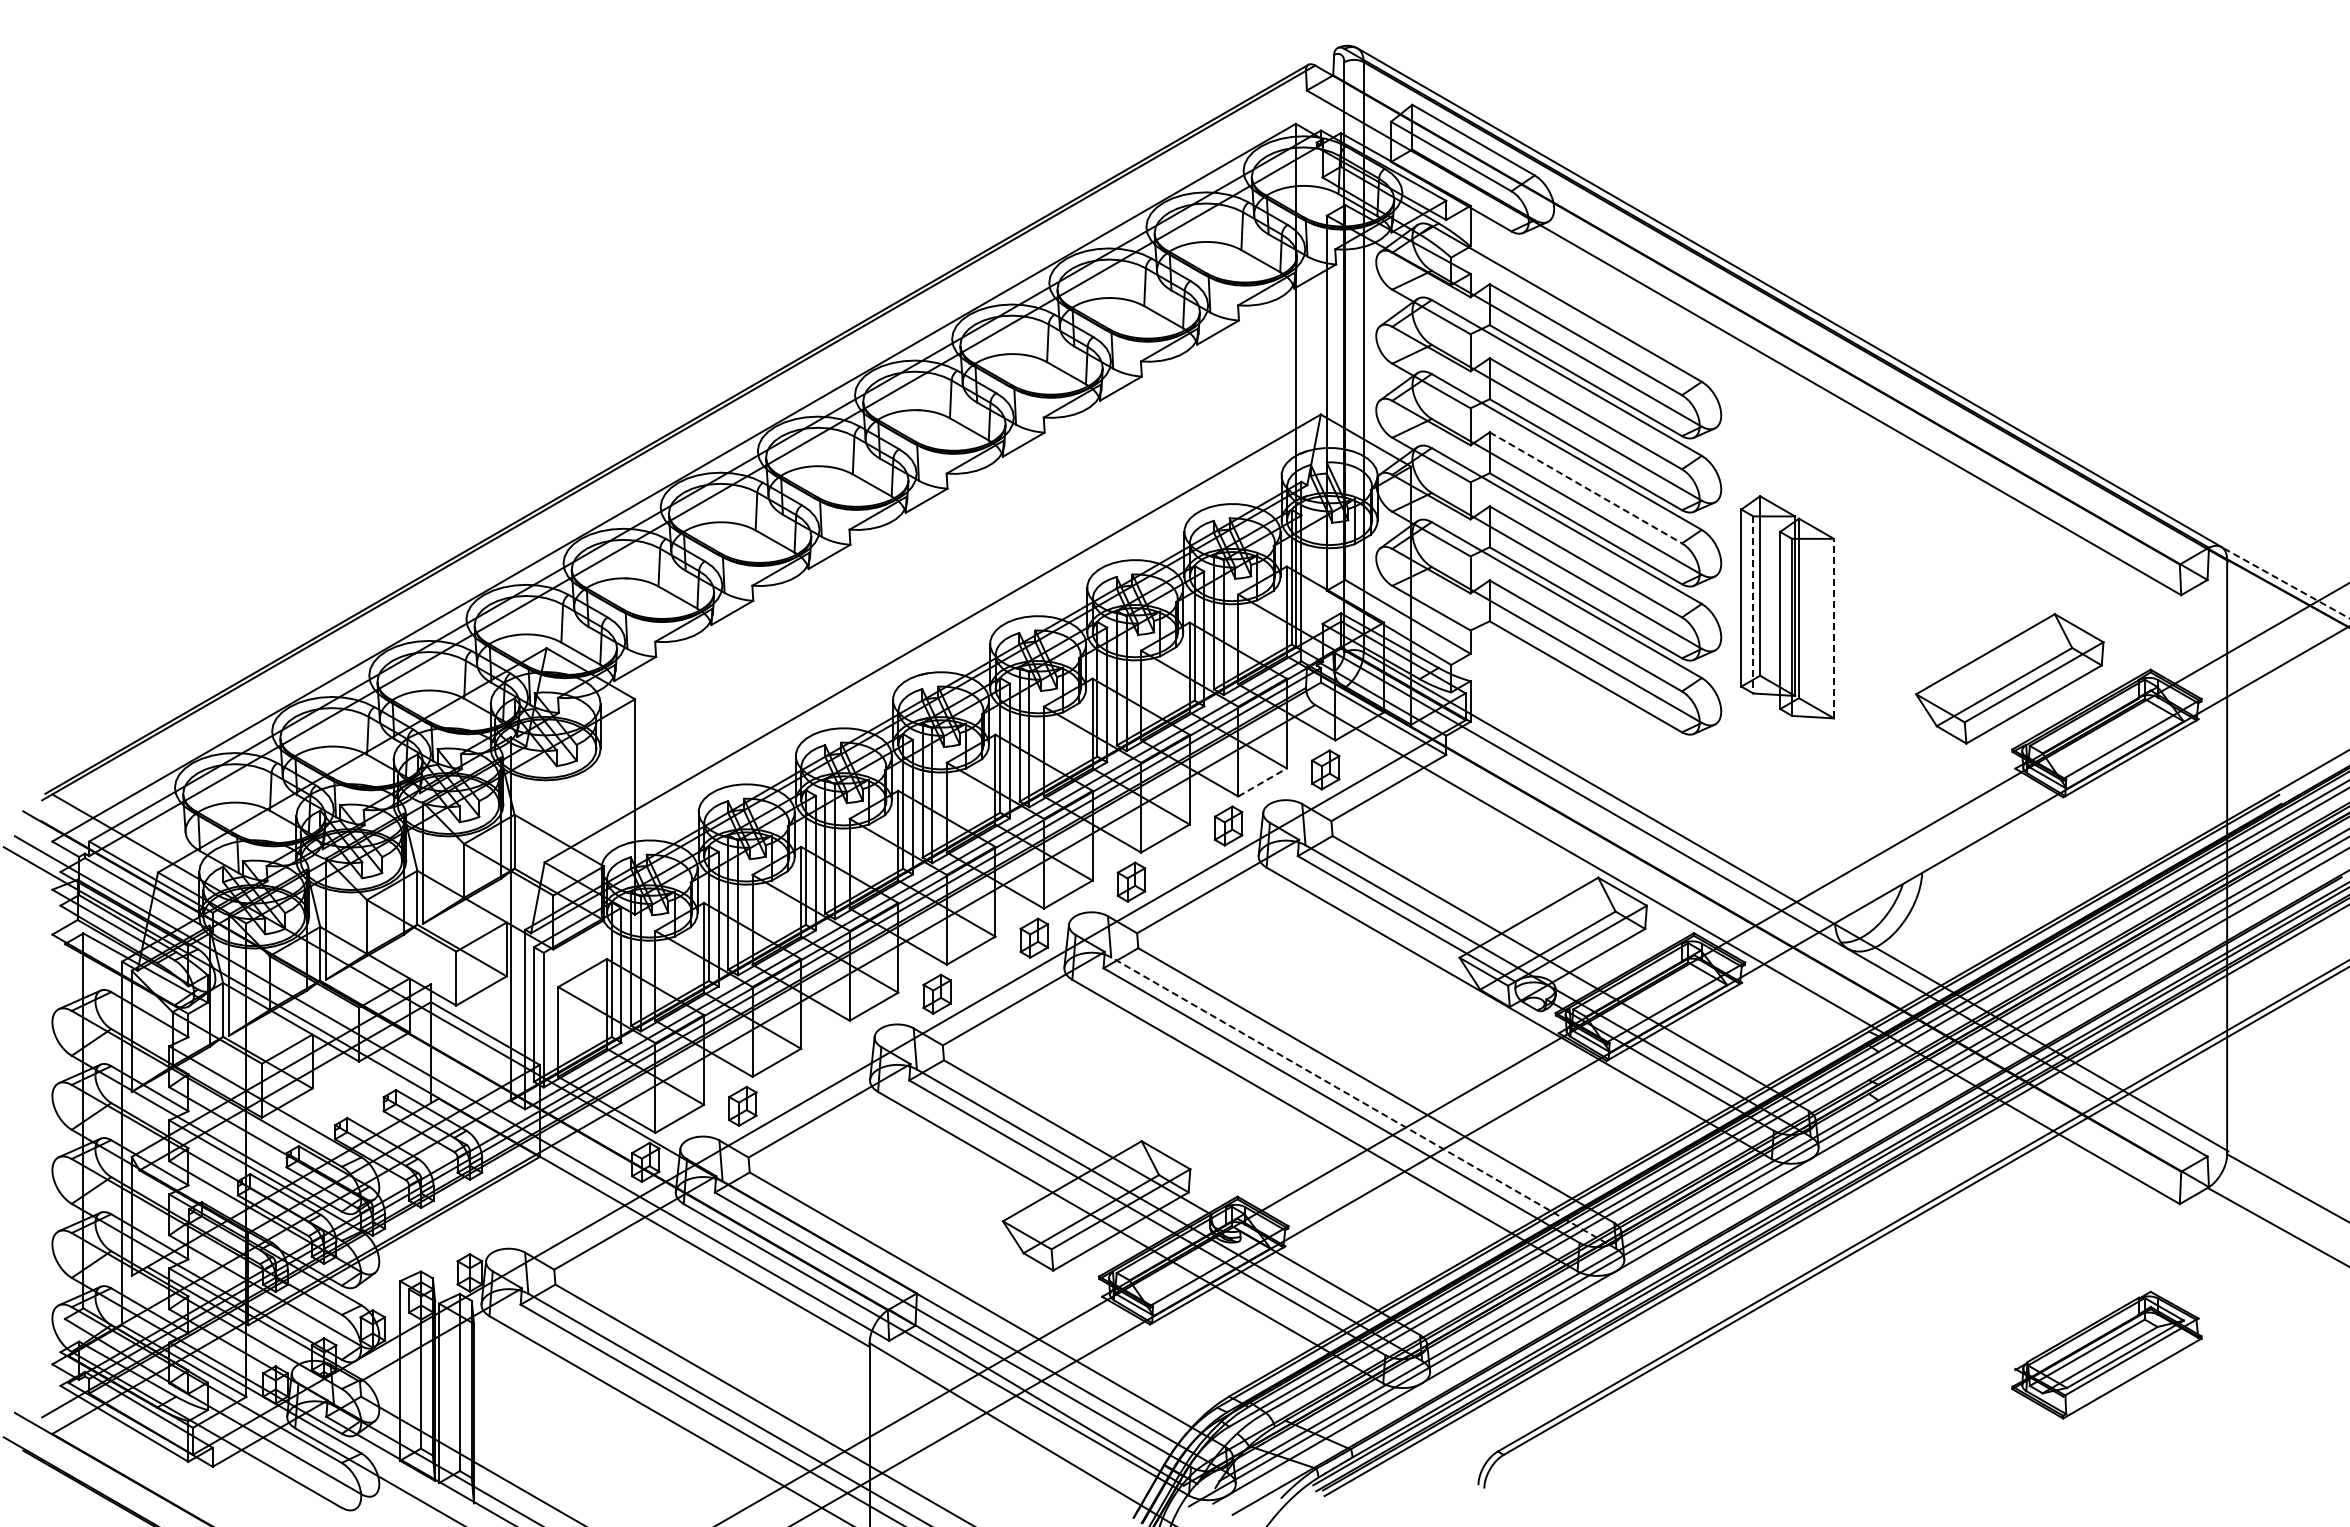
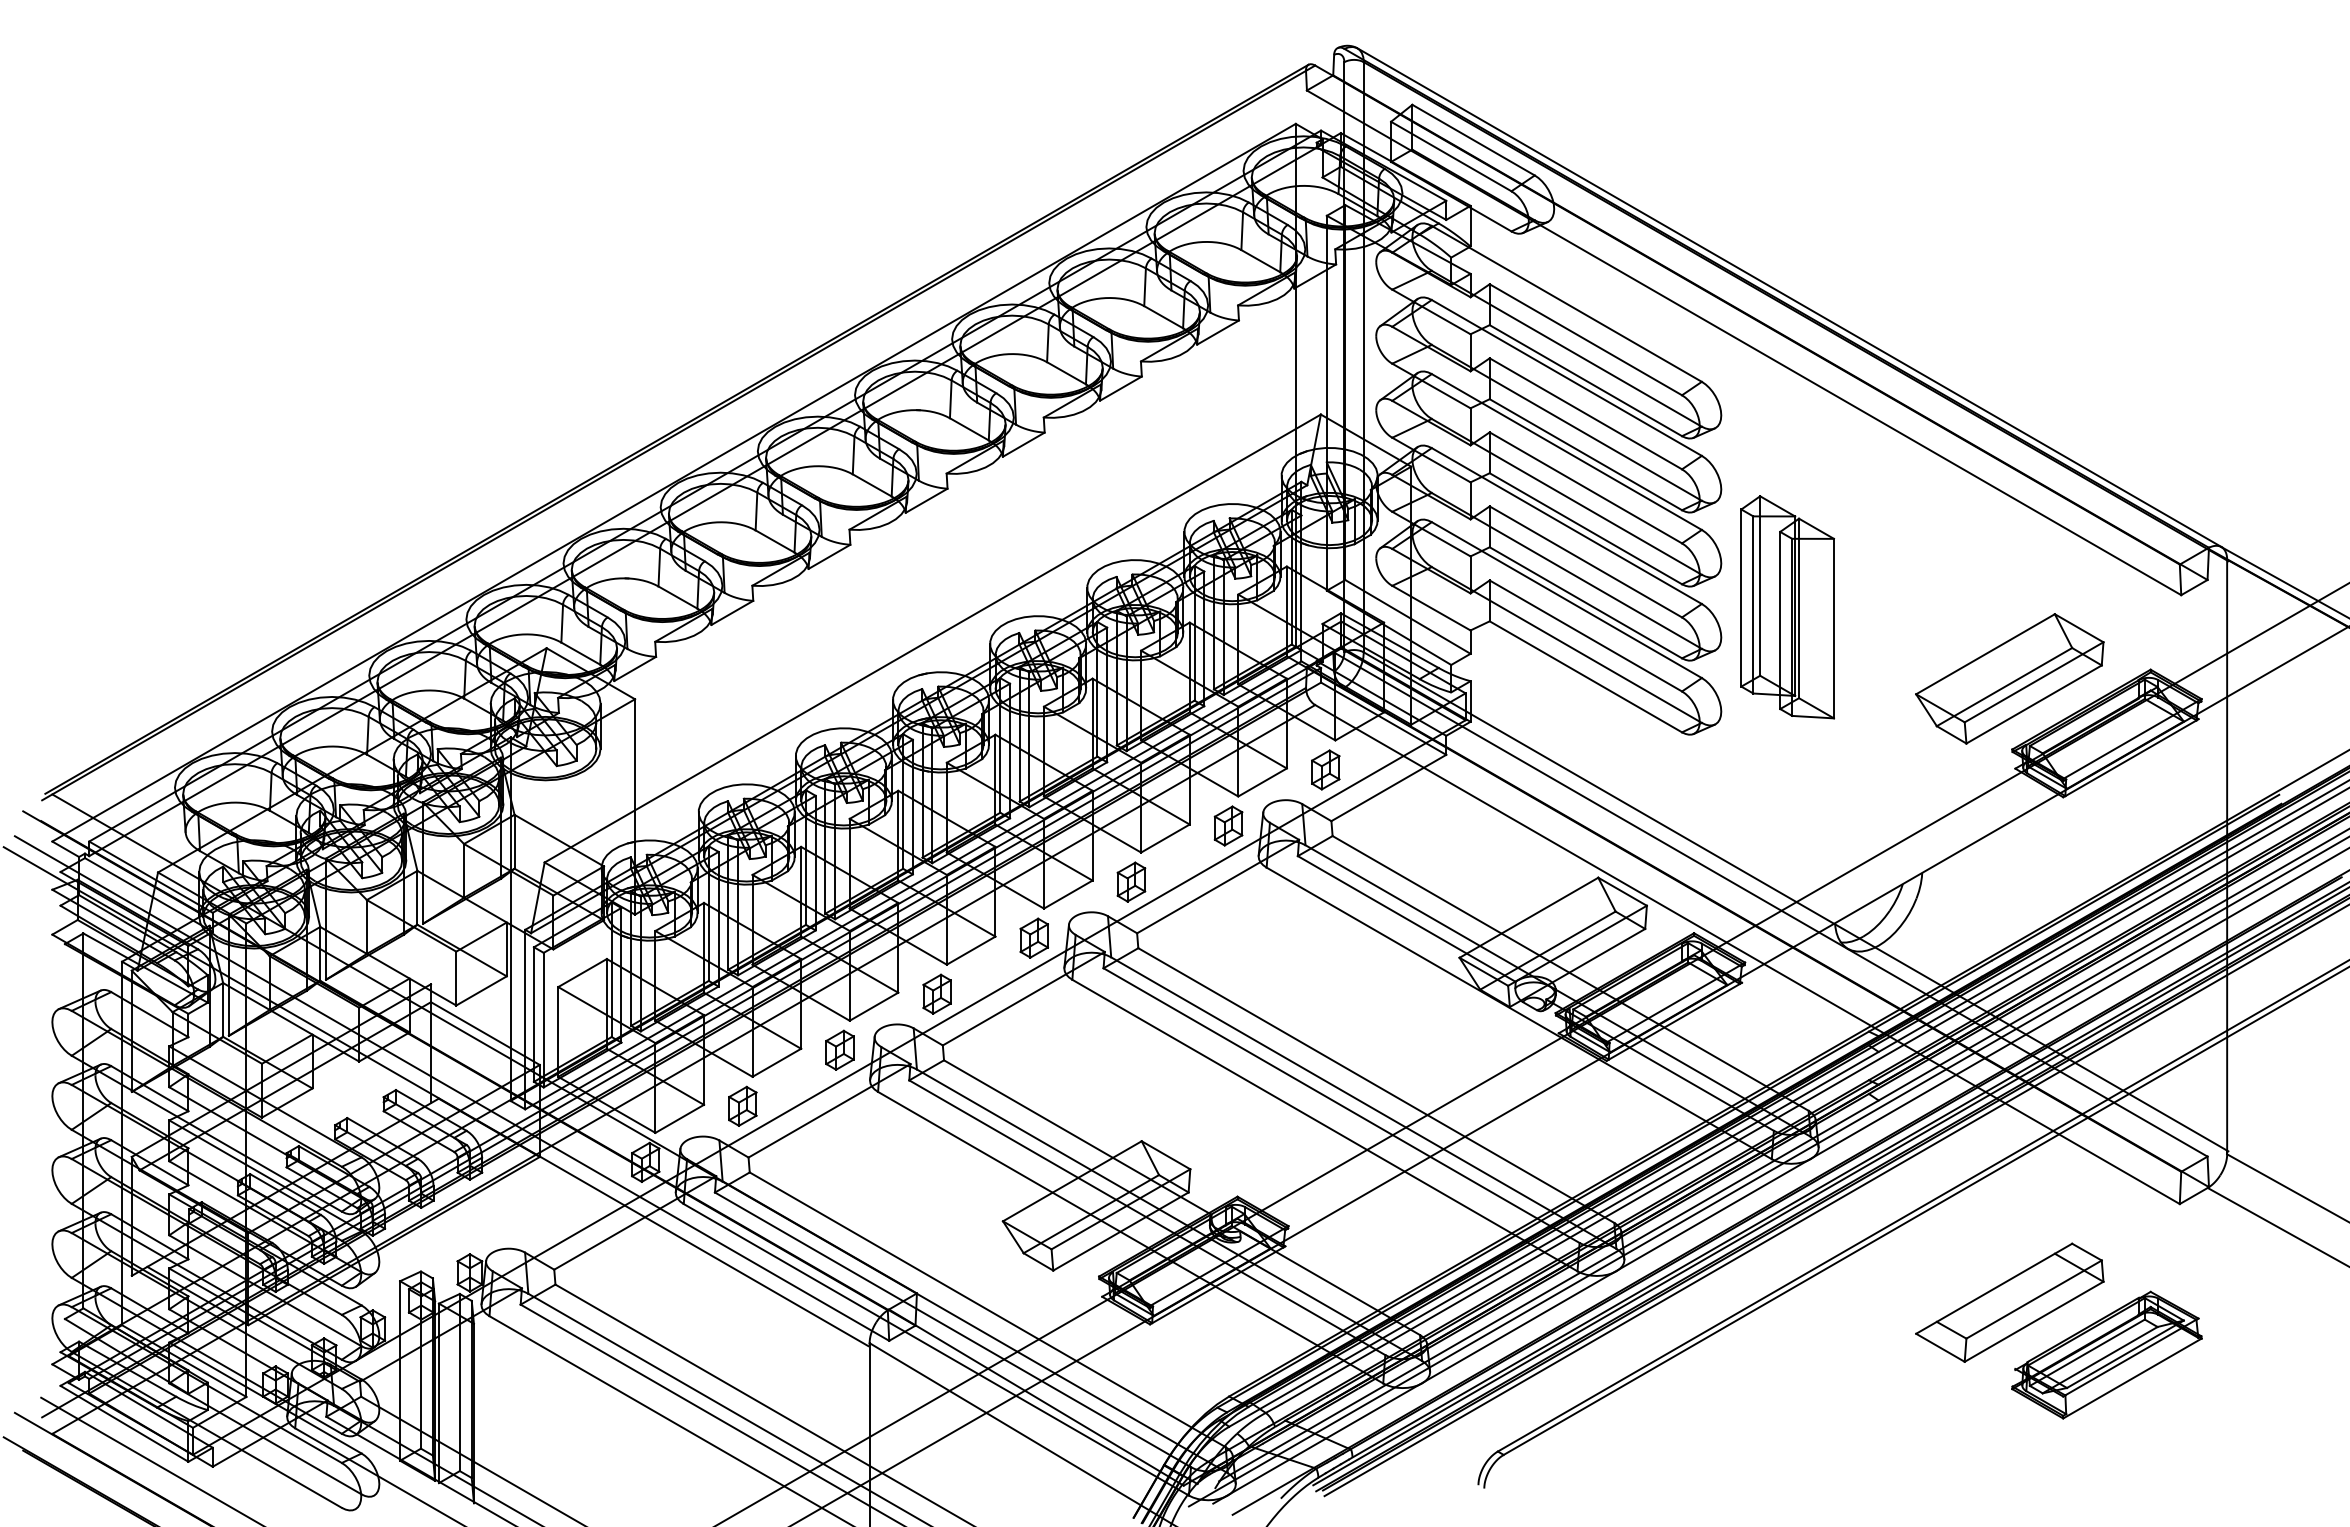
line at (1586, 488): dashed -> solid
line at (2285, 582): dashed -> solid
line at (1753, 604): dashed -> solid
line at (1834, 628): dashed -> solid
line at (1263, 782): dashed -> solid
part at (839, 1049): none -> present
line at (1363, 1103): dashed -> solid
part at (2009, 1302): none -> present
line at (150, 1460): none -> present
